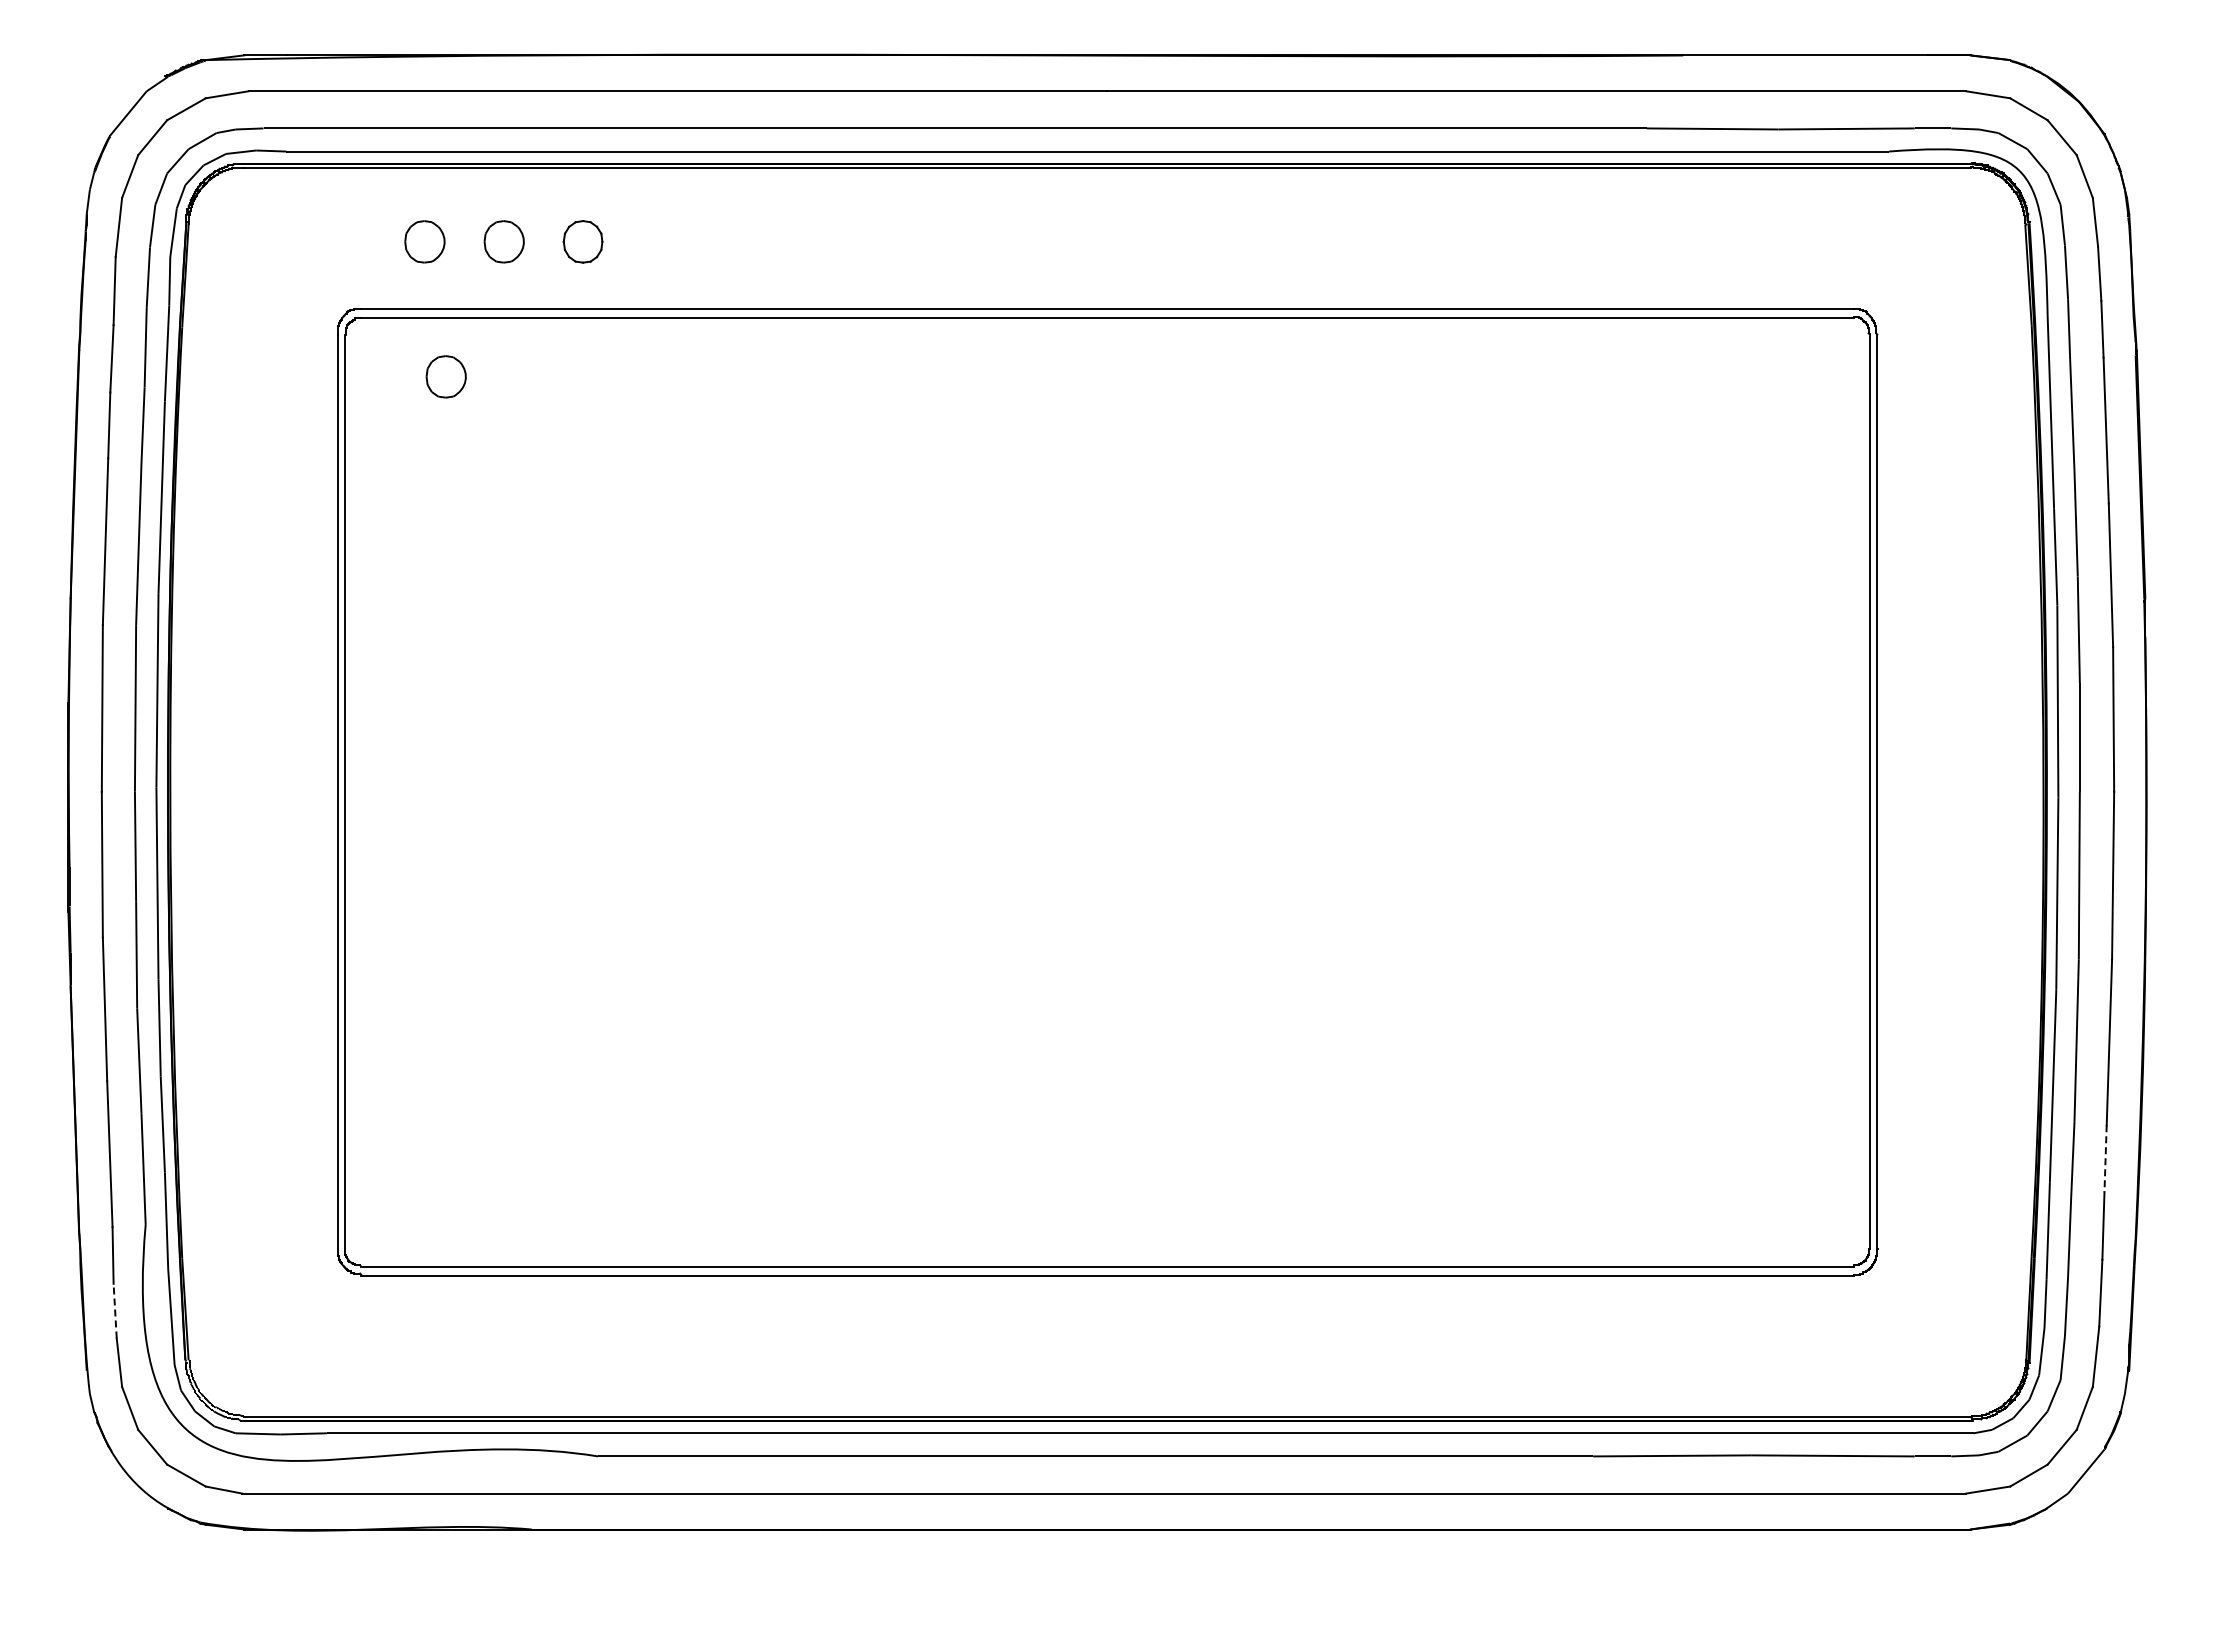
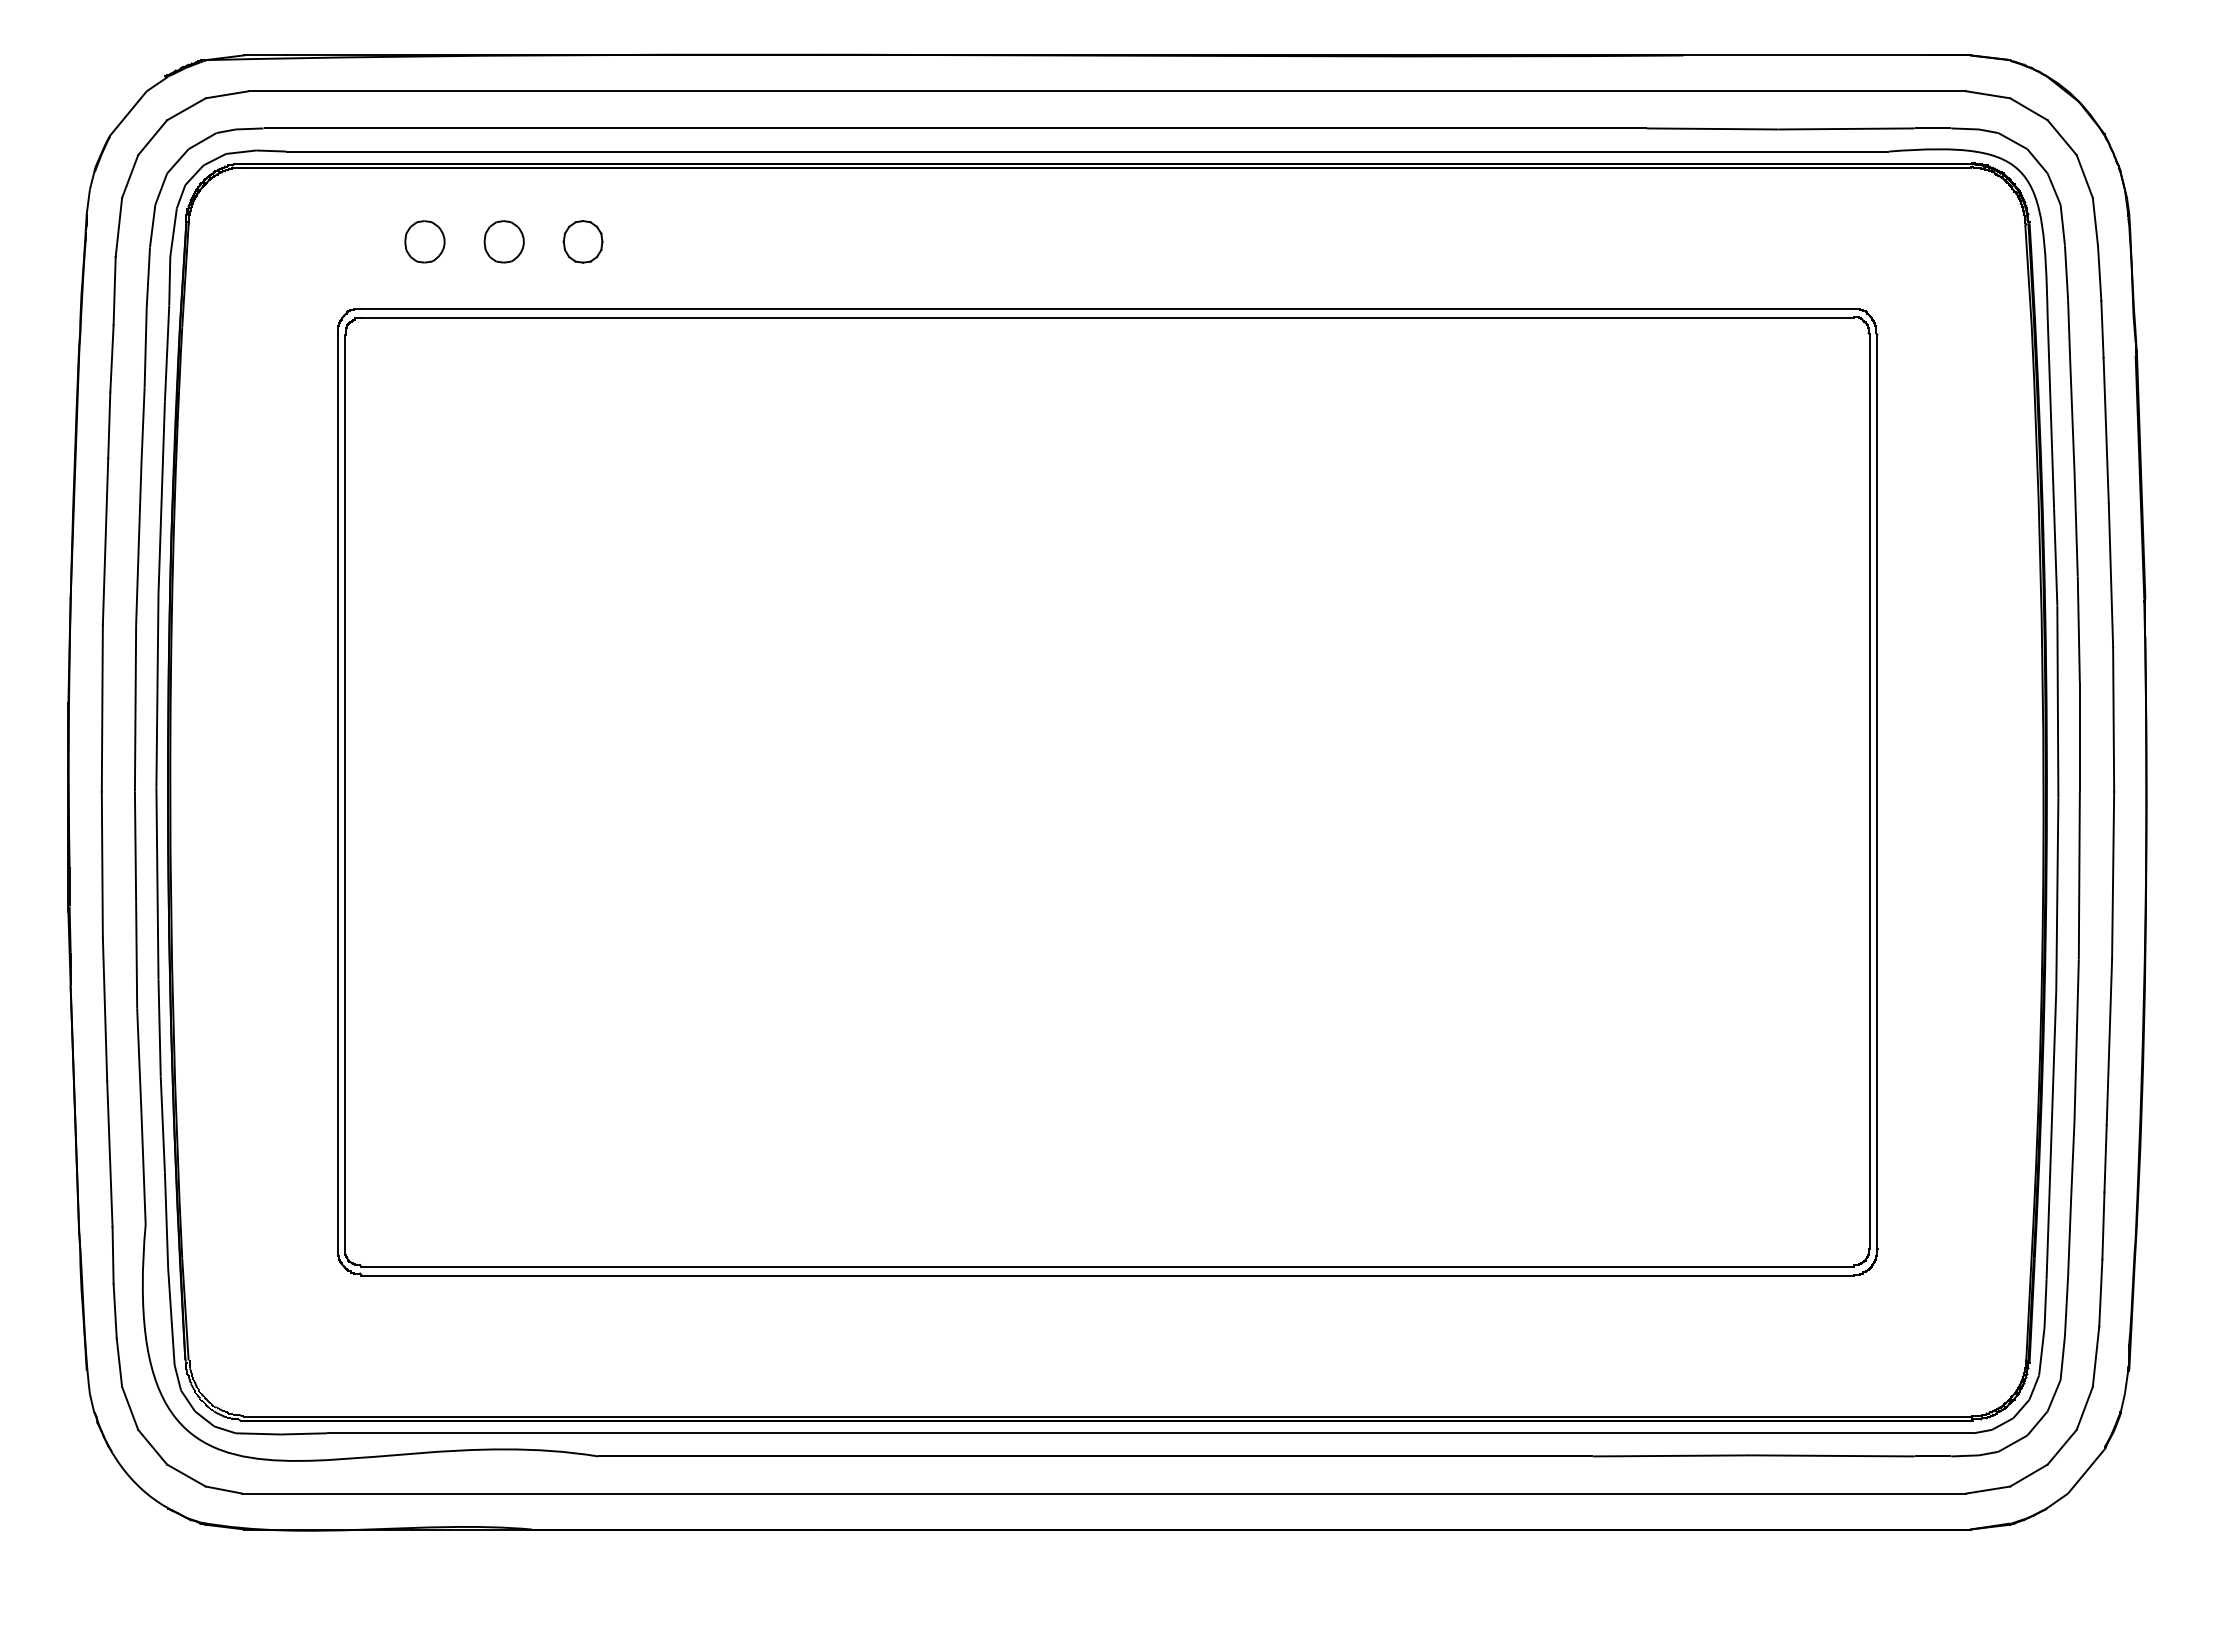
part at (445, 376): present -> none
line at (2105, 1158): dashed -> solid
line at (115, 1310): dashed -> solid
